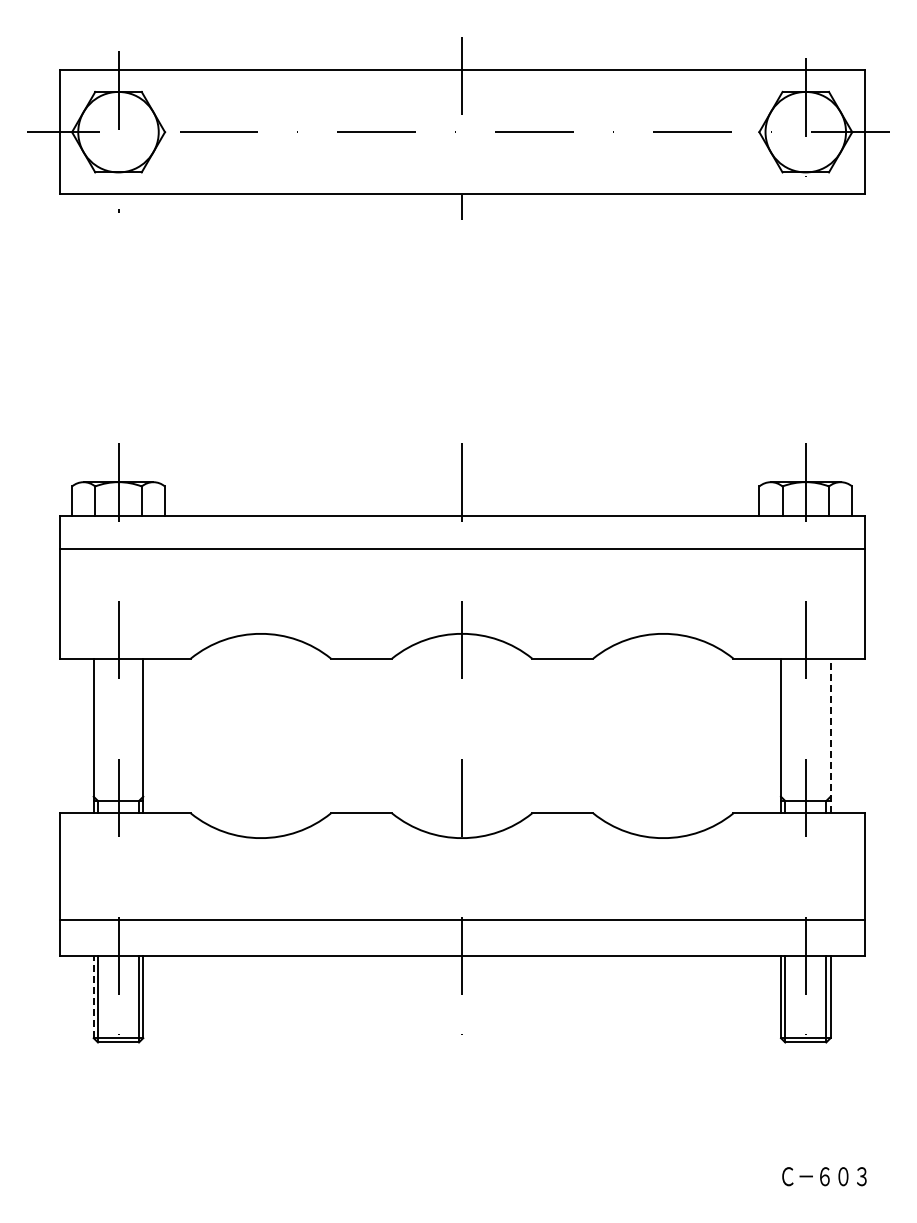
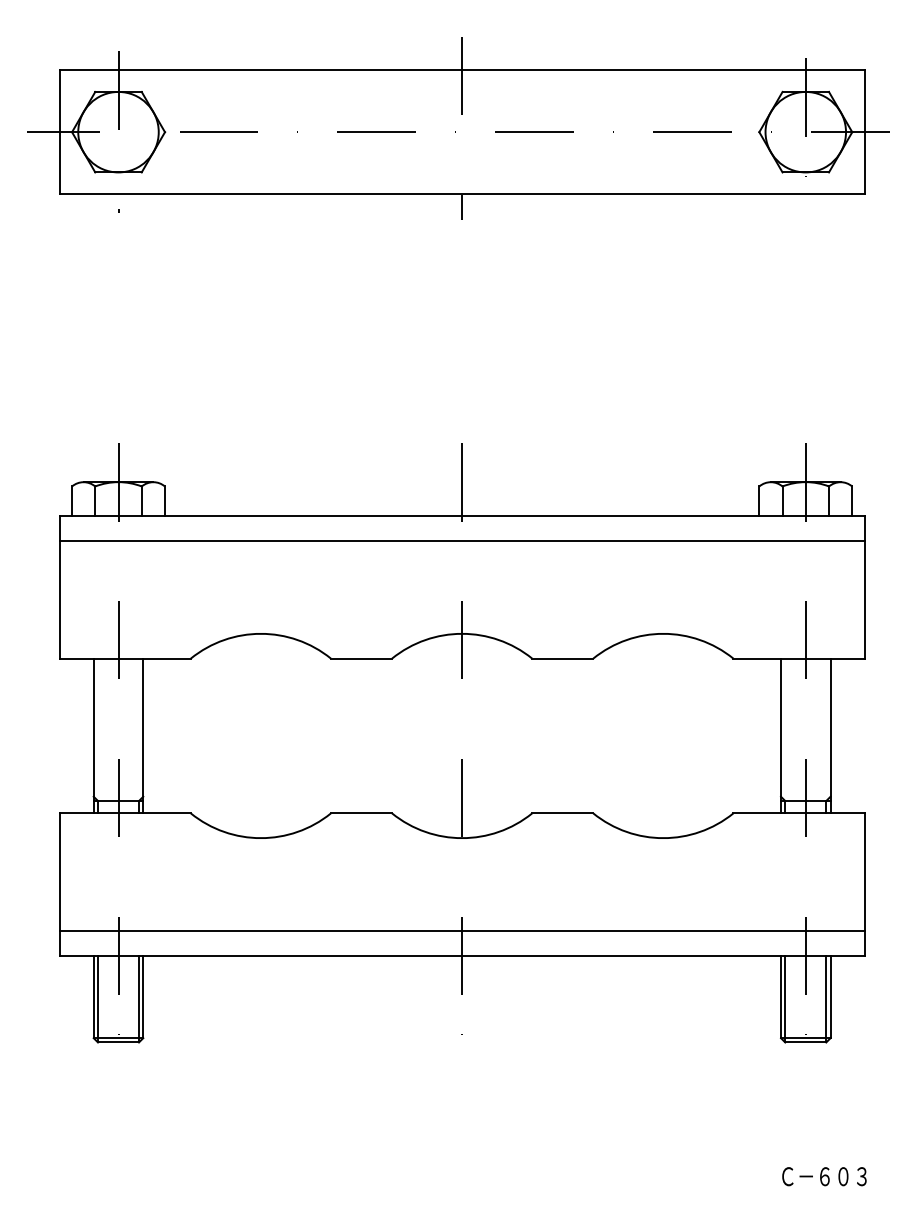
line at (461, 548) position: (461, 548) -> (461, 540)
line at (830, 735): dashed -> solid
line at (461, 920) position: (461, 920) -> (461, 931)
line at (93, 996): dashed -> solid
